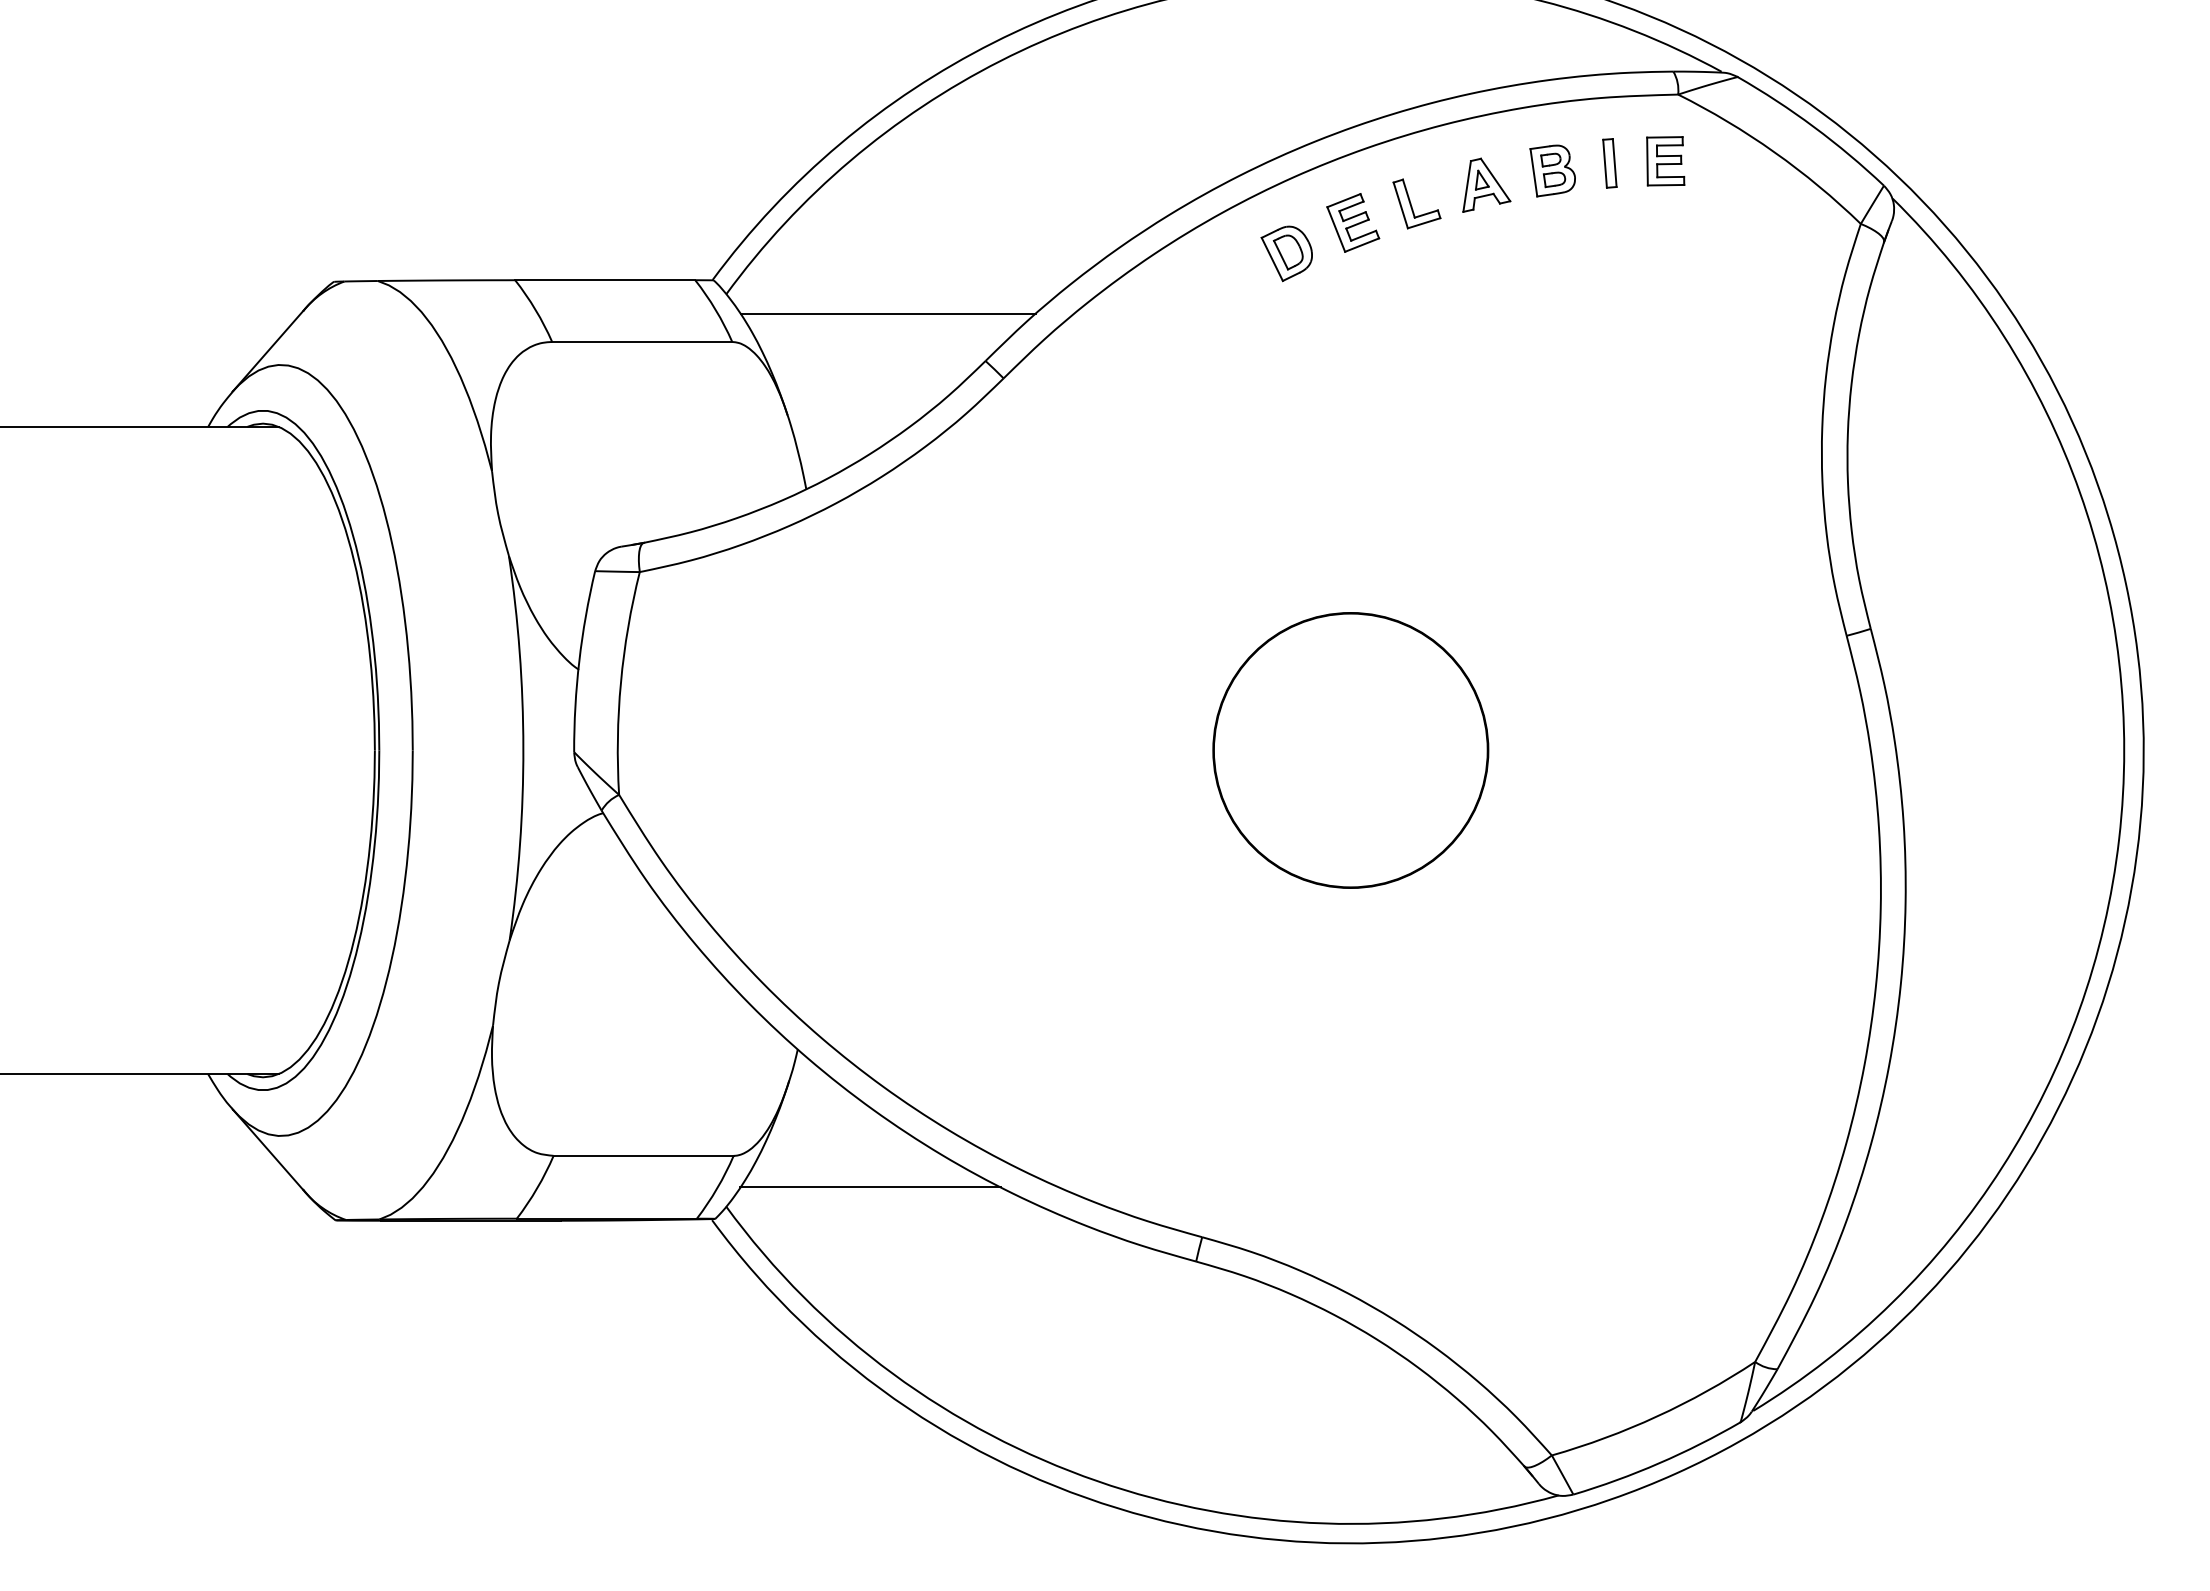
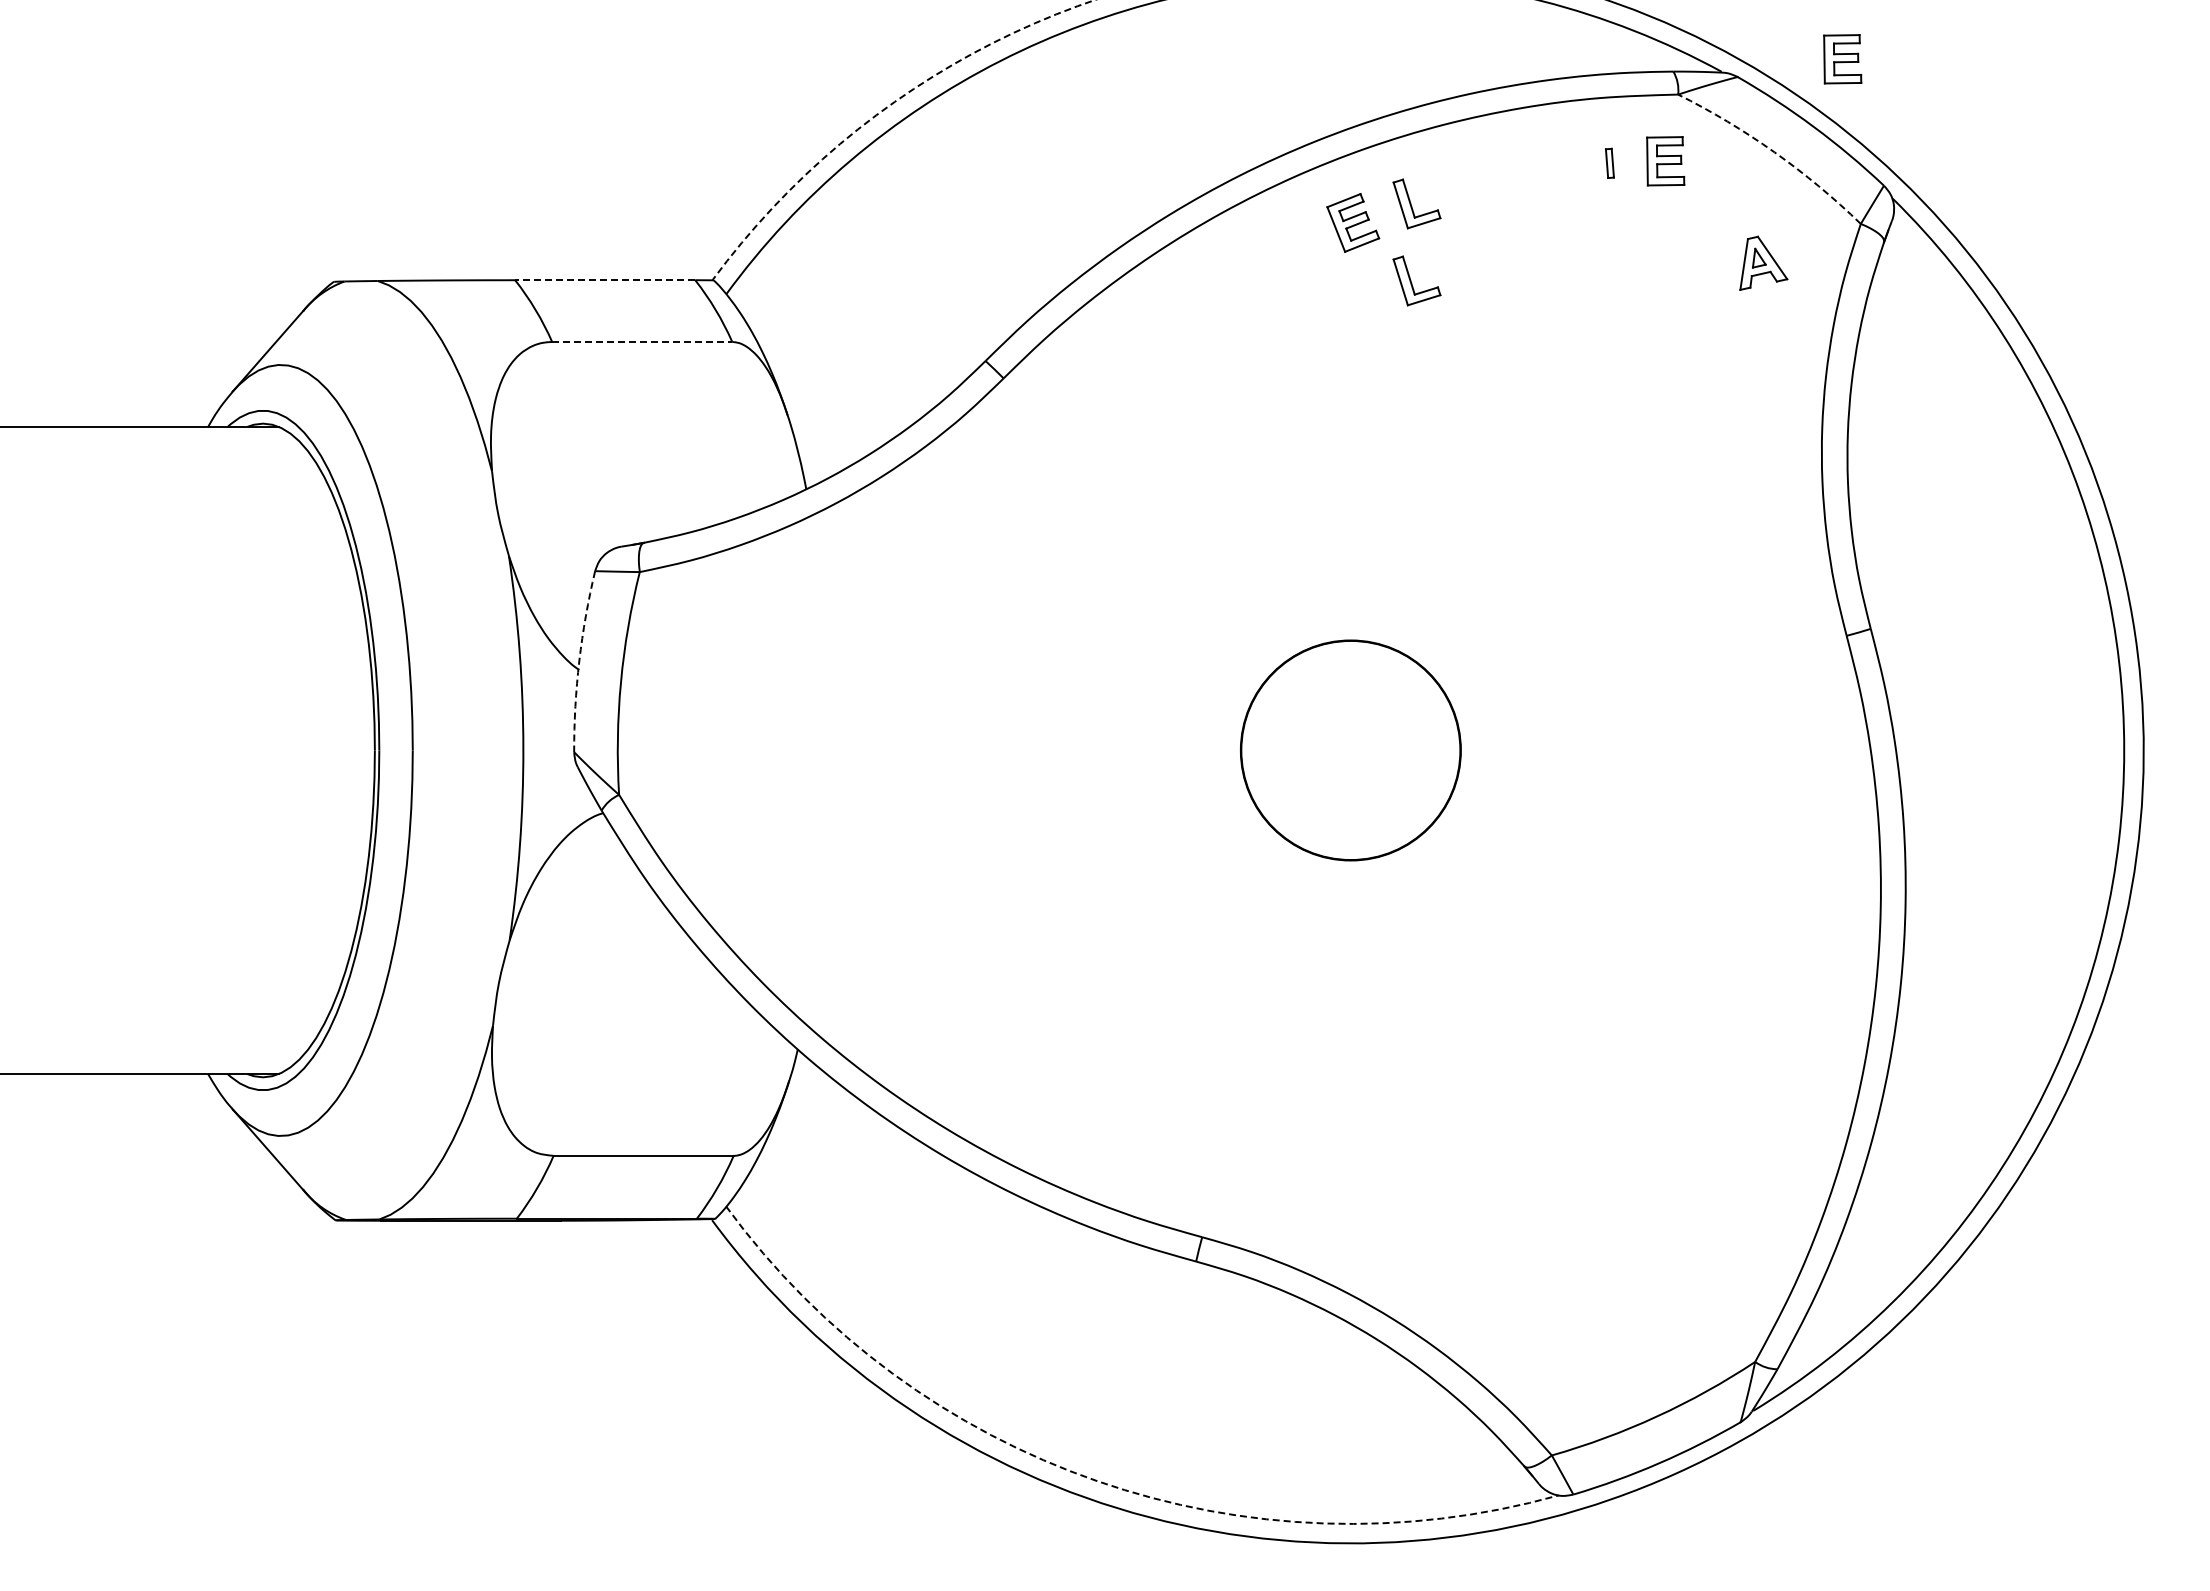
part at (1842, 59): none -> present
arc at (880, 112): solid -> dashed
arc at (1774, 152): solid -> dashed
part at (1609, 163) size: 16x51 px -> 10x32 px
part at (1552, 170): present -> none
part at (1486, 184) position: (1486, 184) -> (1763, 262)
part at (1286, 253): present -> none
line at (604, 280): solid -> dashed
part at (1416, 280): none -> present
line at (888, 313): present -> none
line at (642, 341): solid -> dashed
arc at (579, 661): solid -> dashed
circle at (1350, 750) size: 278x277 px -> 222x223 px
line at (870, 1187): present -> none
arc at (1097, 1481): solid -> dashed
